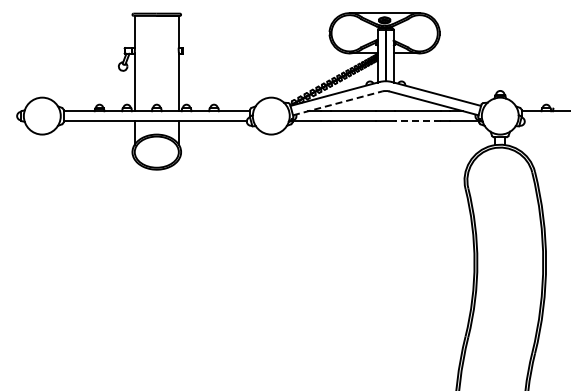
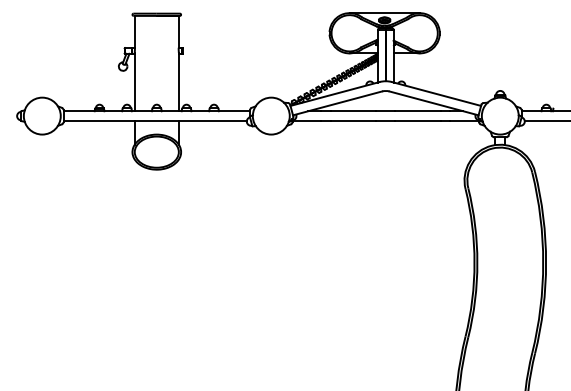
line at (338, 103): dashed -> solid
line at (418, 120): dashed -> solid
line at (545, 120): none -> present
